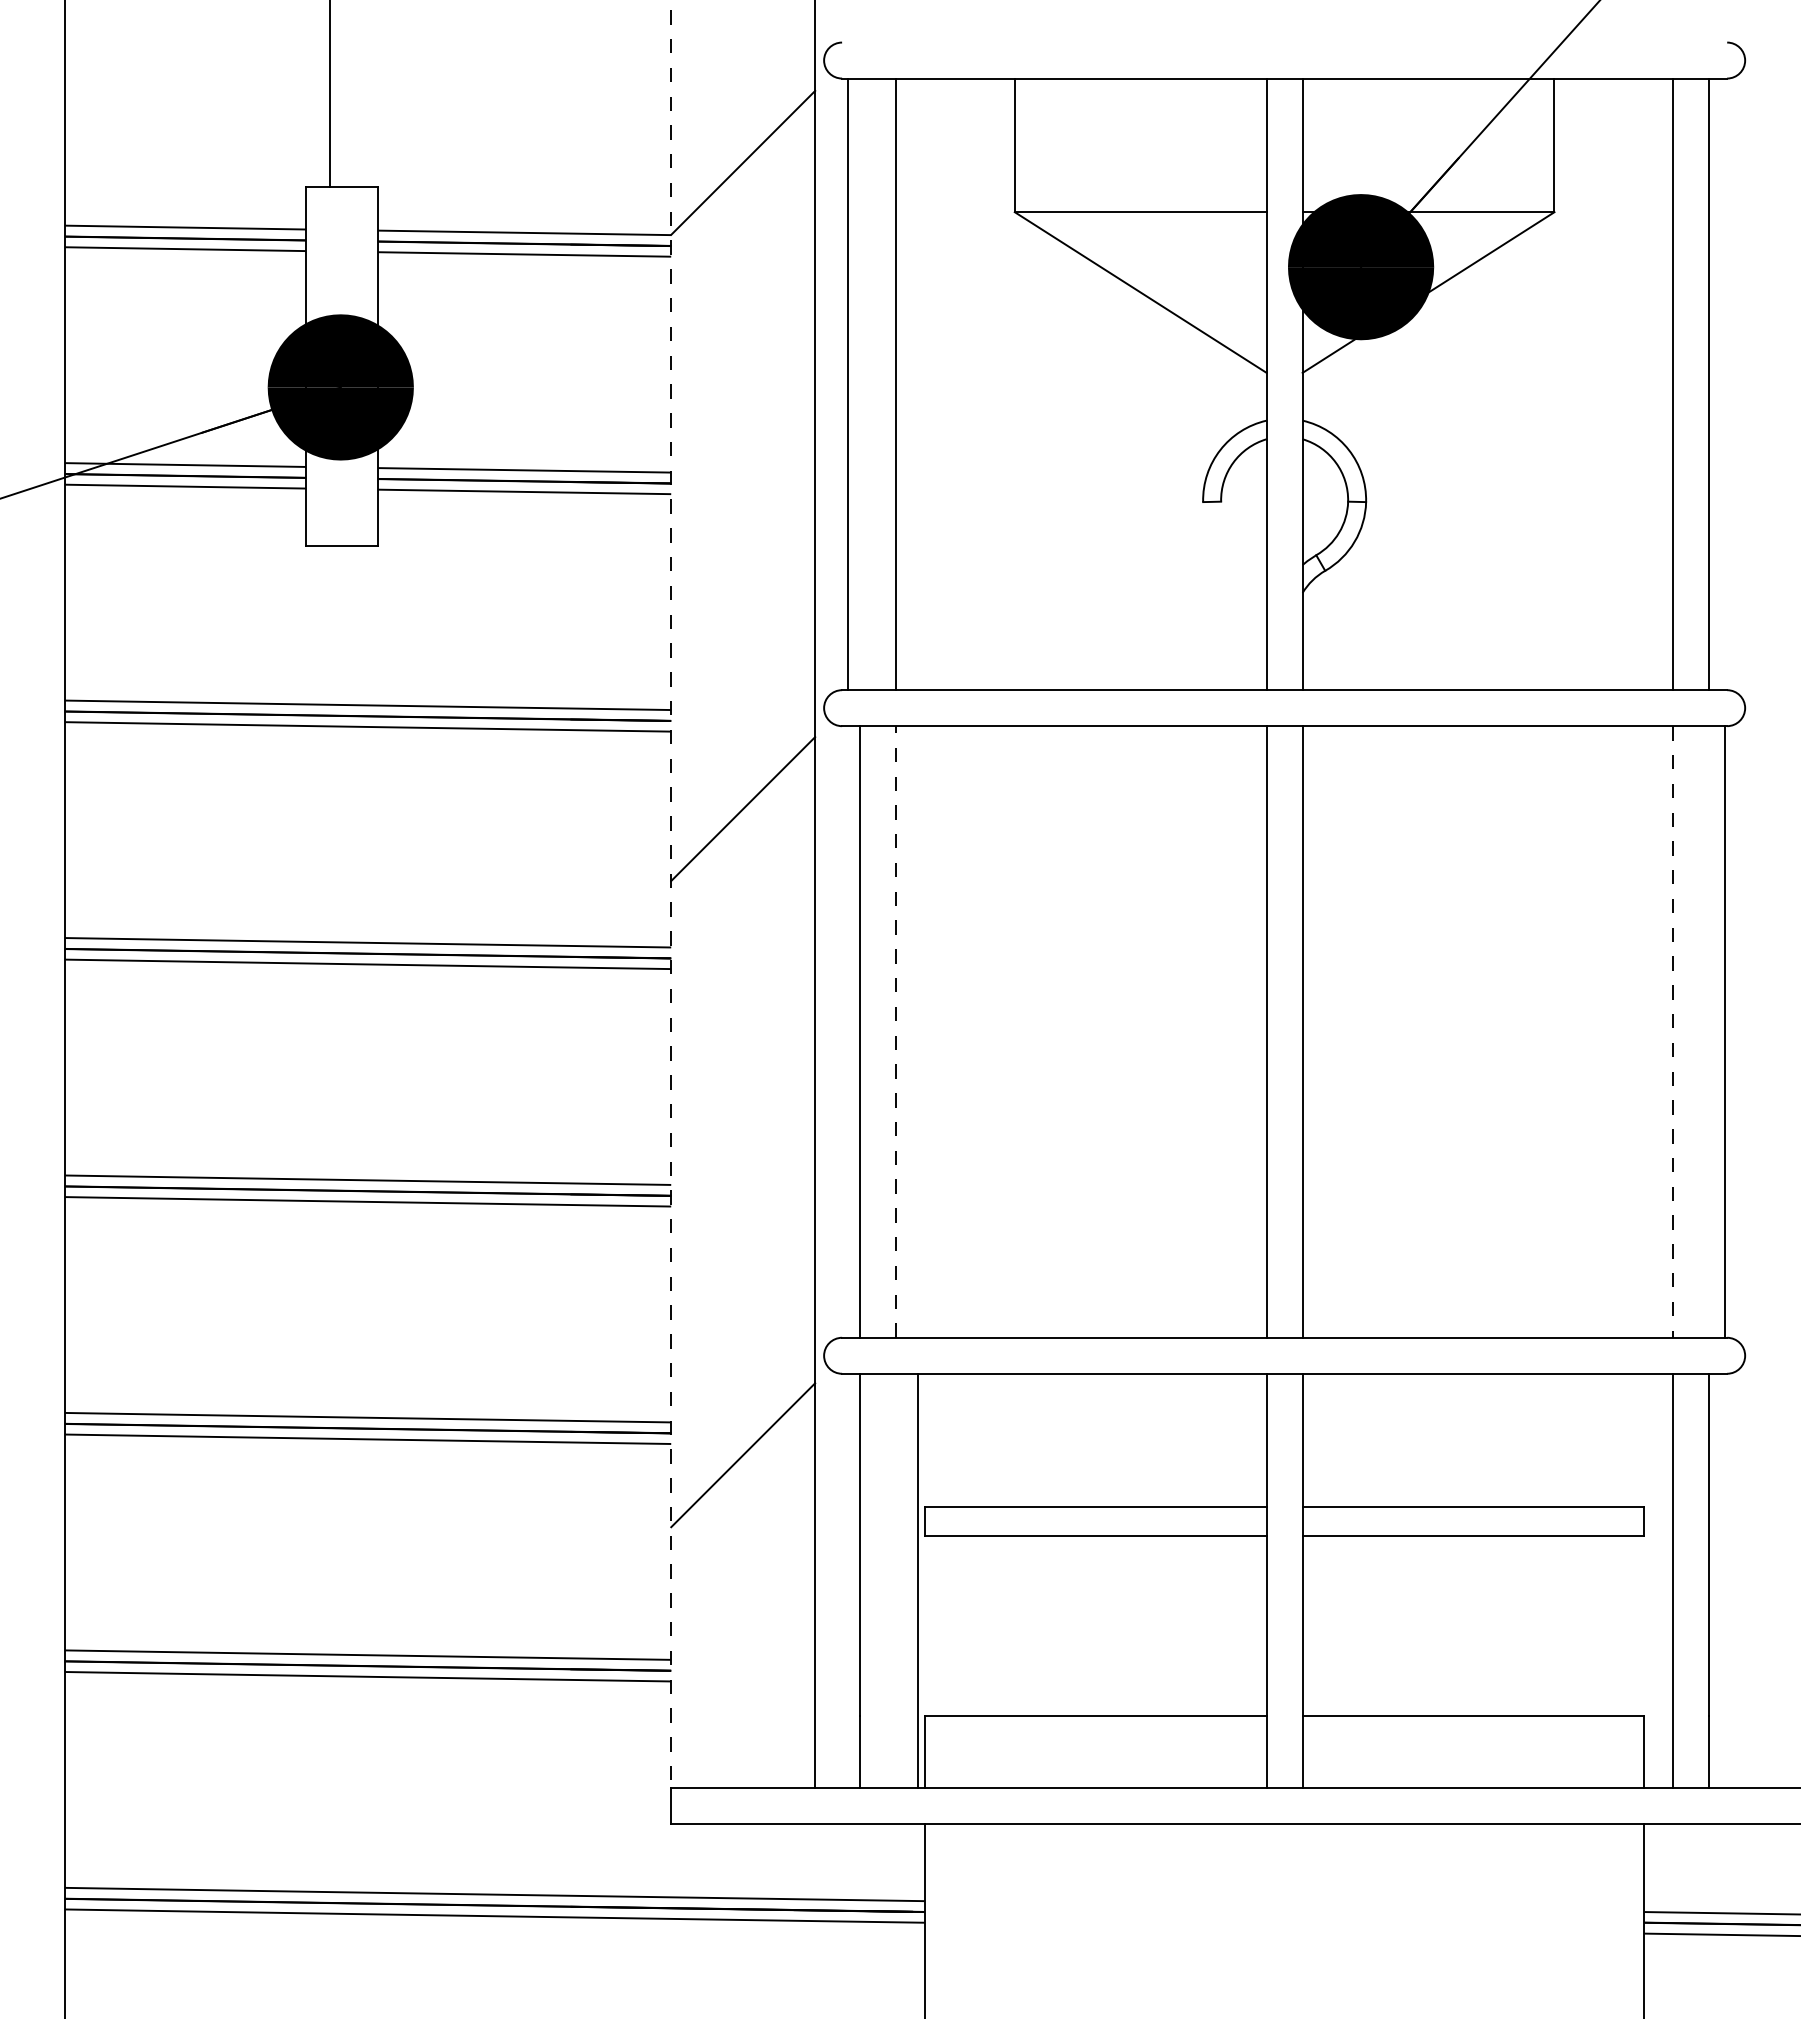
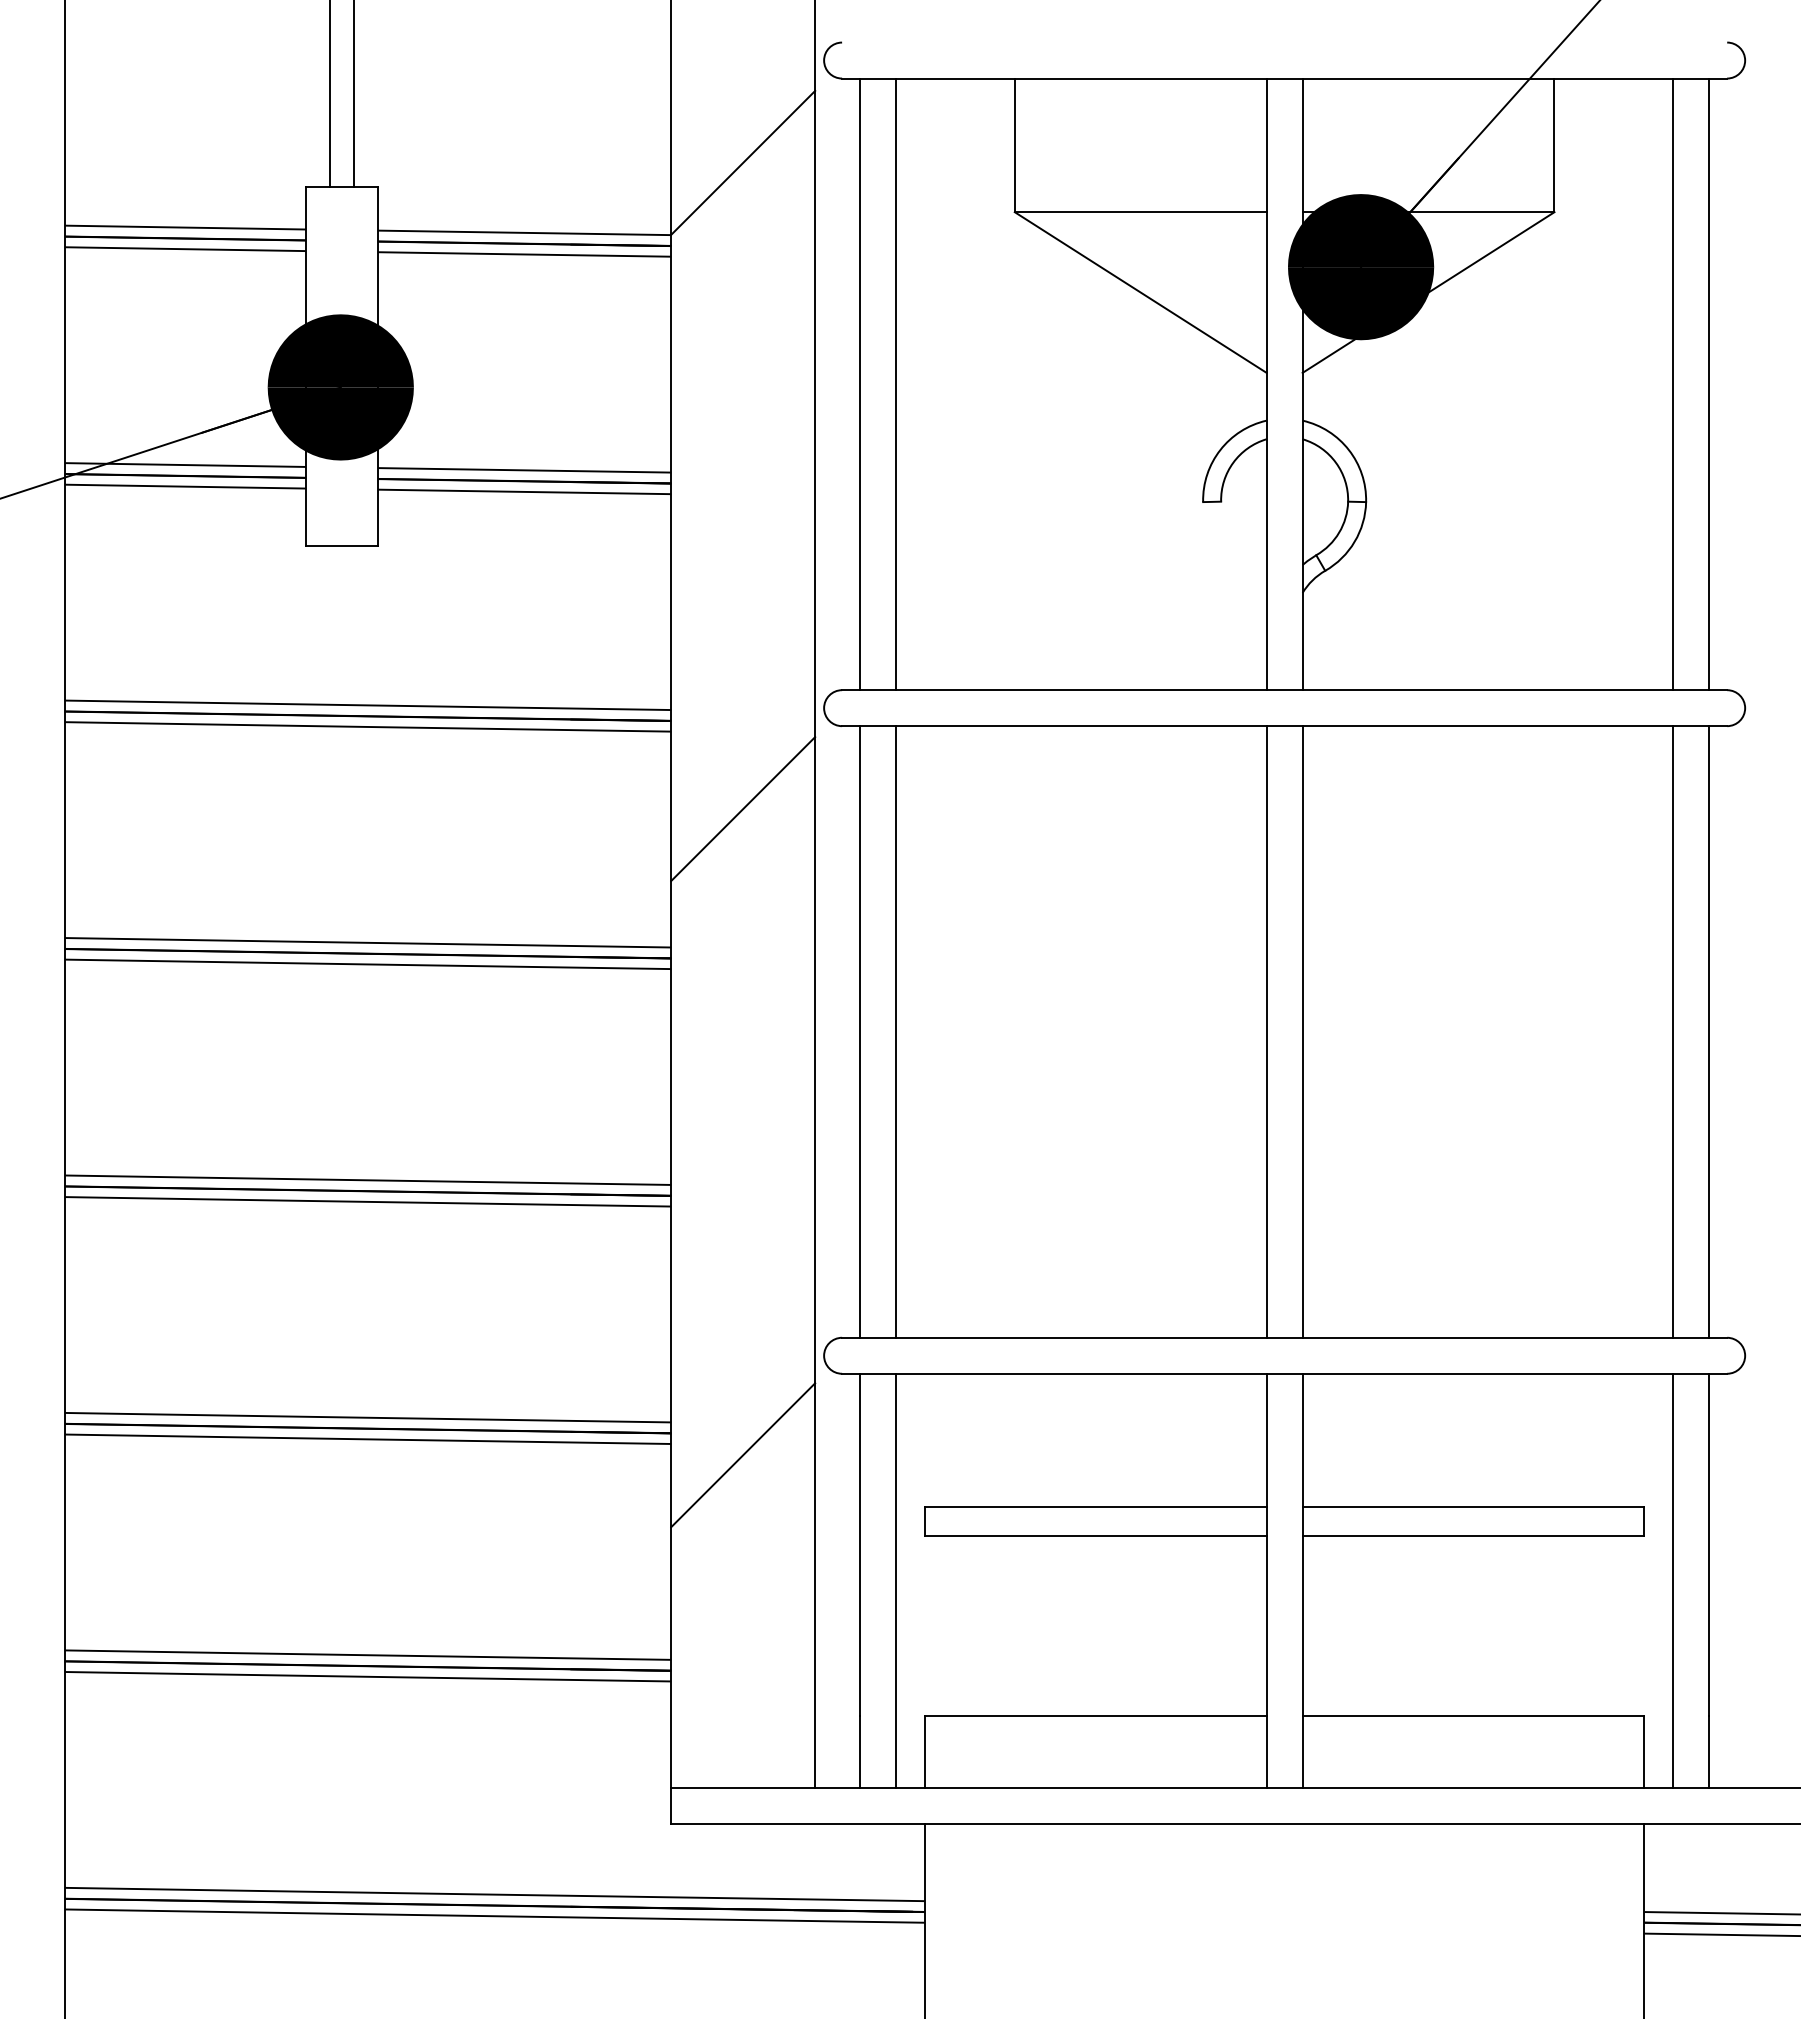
line at (353, 94): none -> present
line at (848, 384) position: (848, 384) -> (860, 384)
line at (671, 894): dashed -> solid
line at (896, 1031): dashed -> solid
line at (1673, 1031): dashed -> solid
line at (1725, 1031) position: (1725, 1031) -> (1709, 1031)
line at (918, 1580) position: (918, 1580) -> (896, 1580)
